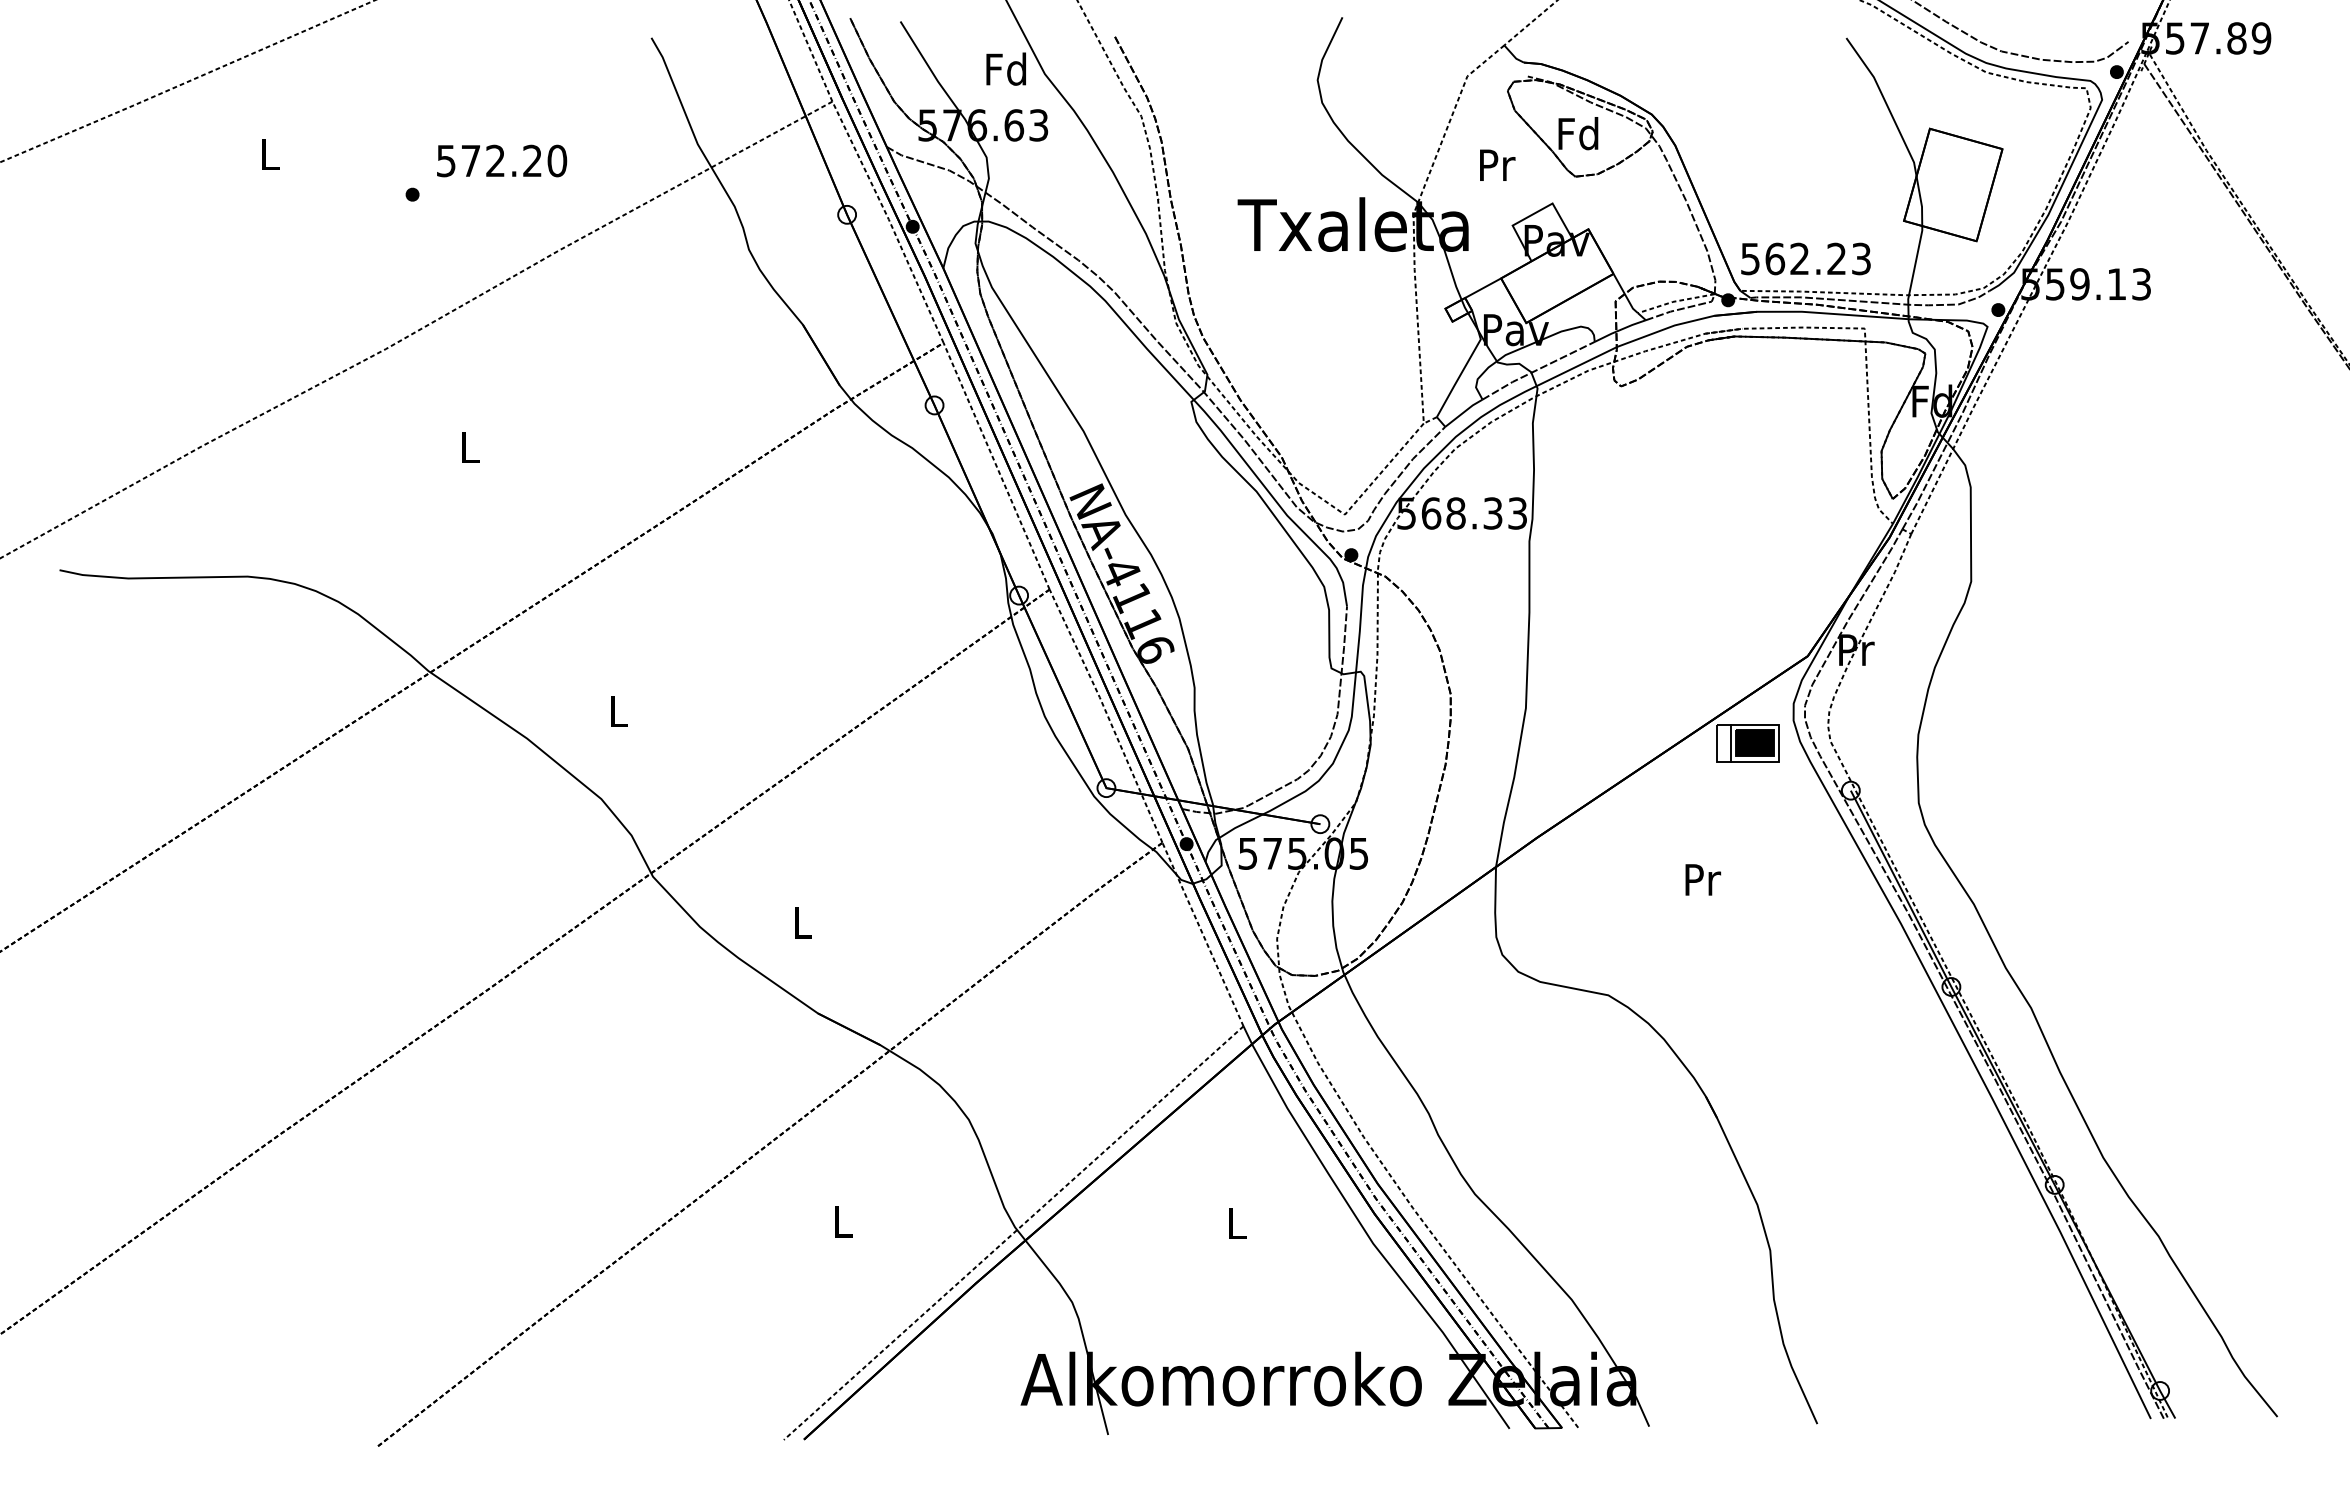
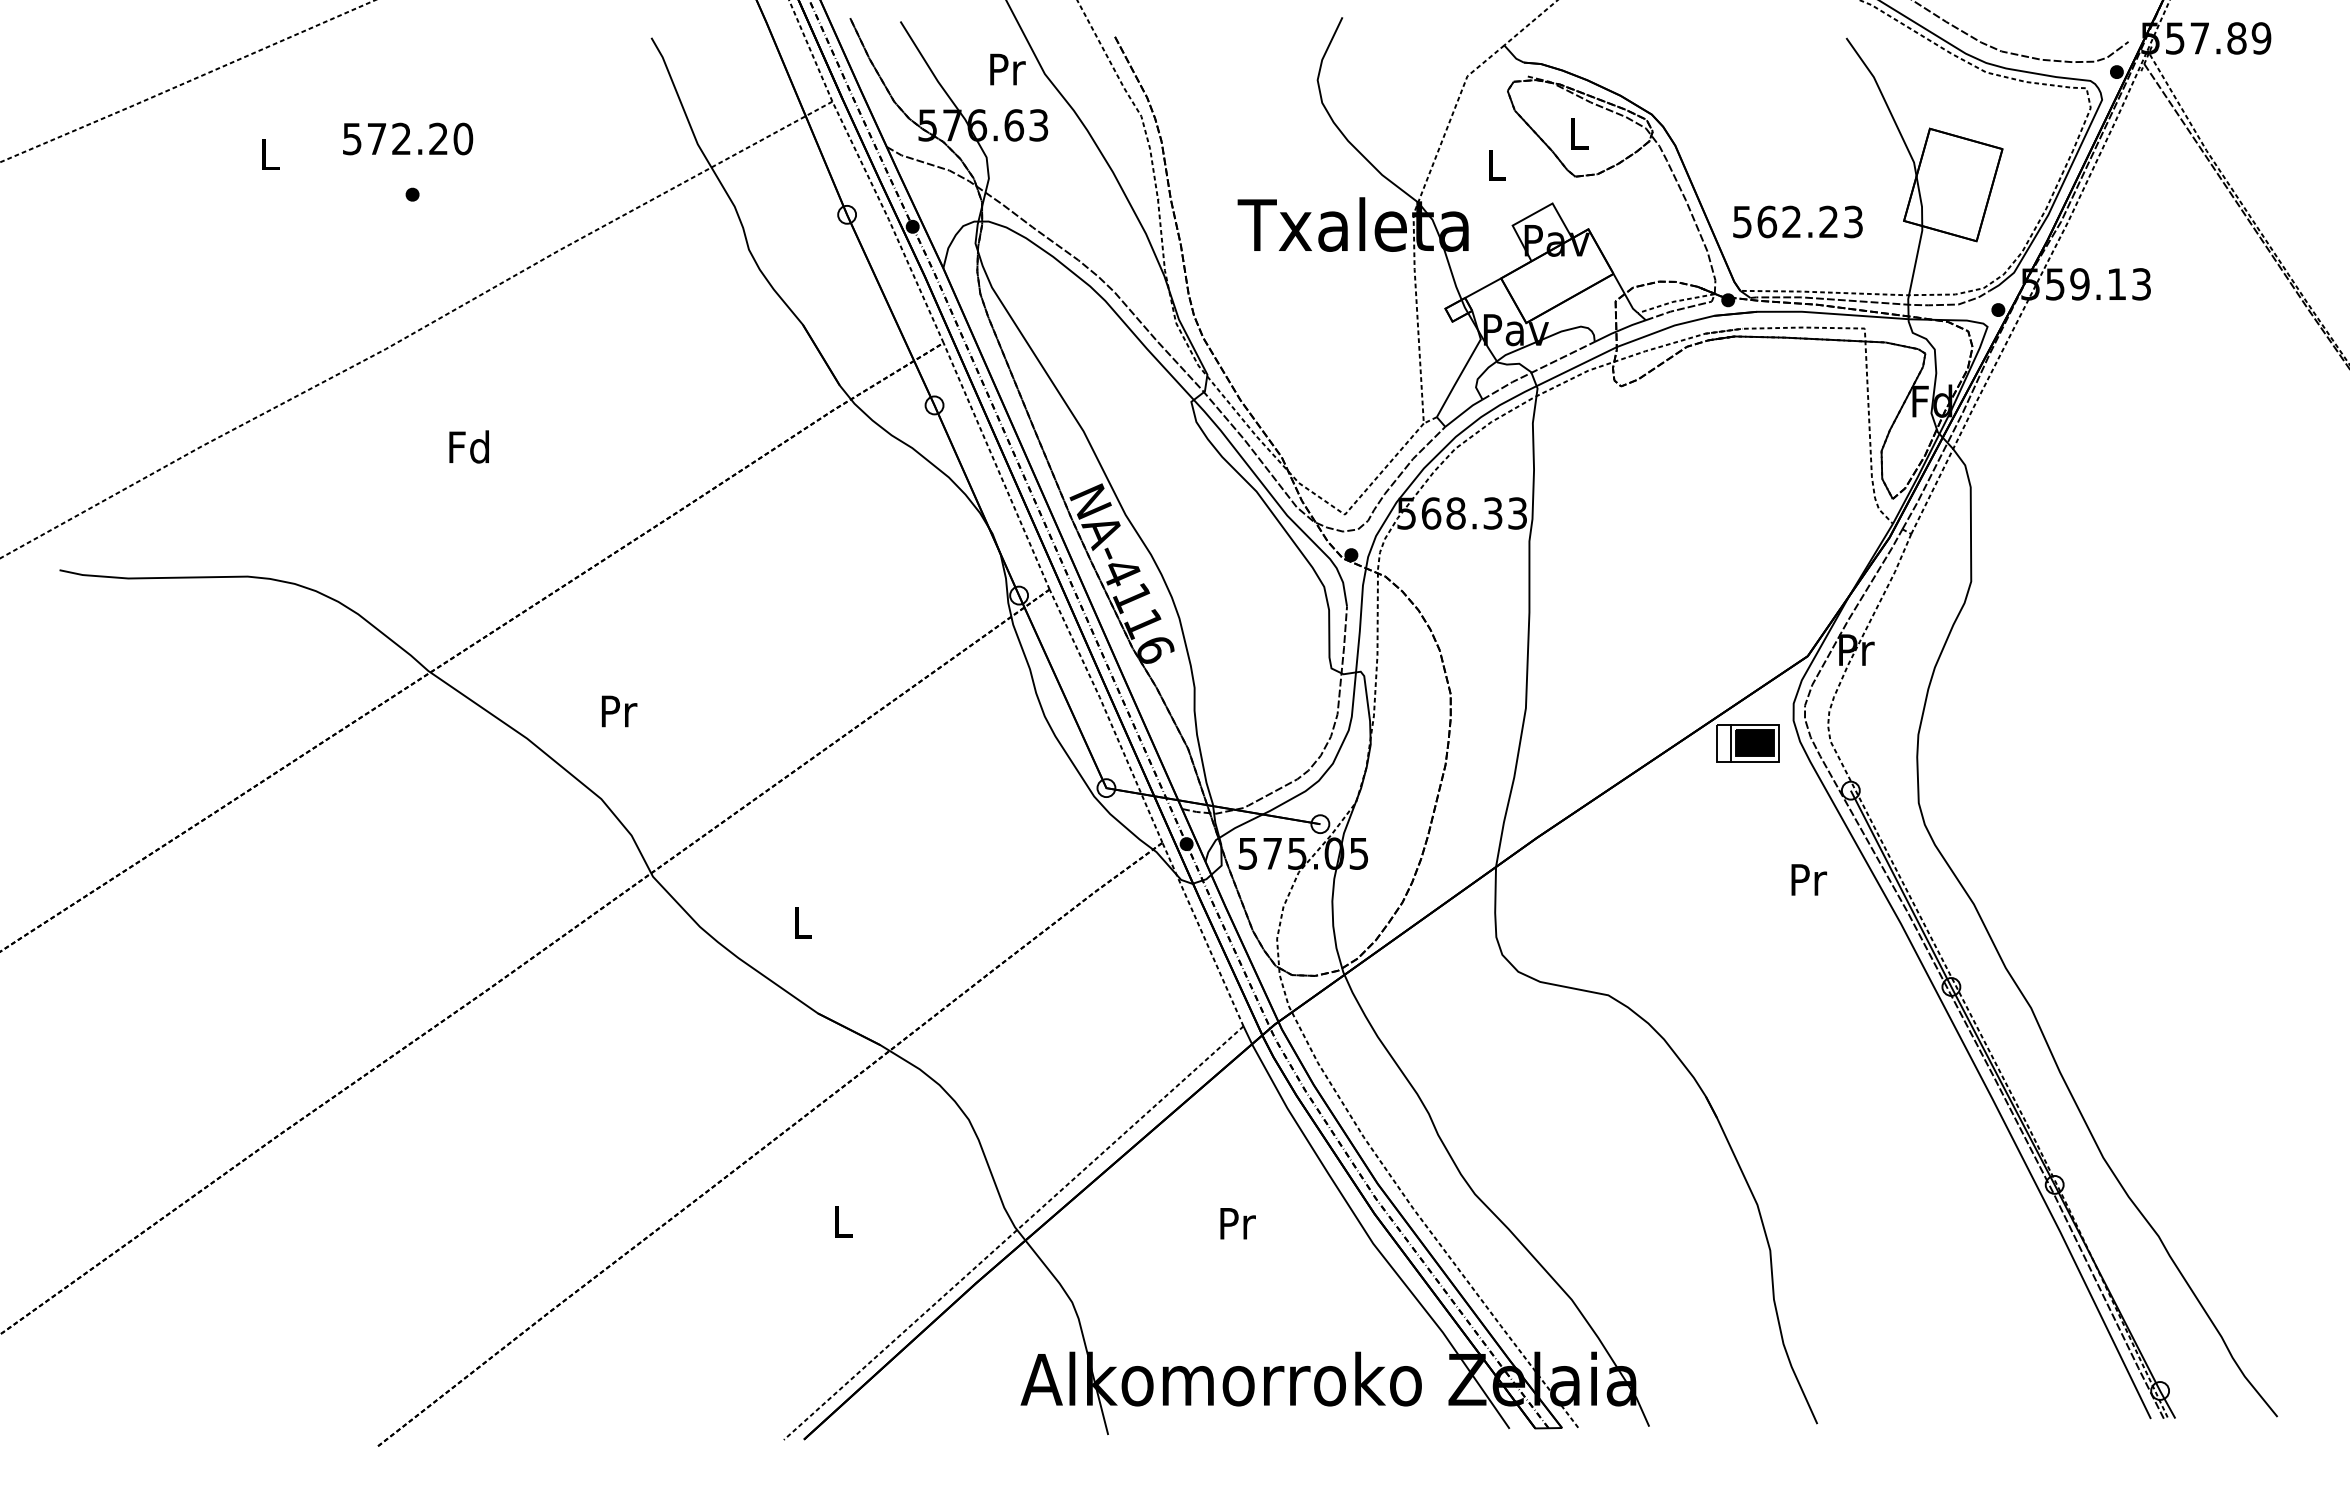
text at (1005, 68): Fd -> Pr
text at (1578, 133): Fd -> L
text at (502, 160) position: (502, 160) -> (408, 138)
text at (1497, 164): Pr -> L
text at (1805, 258) position: (1805, 258) -> (1797, 221)
text at (468, 446): L -> Fd
text at (619, 711): L -> Pr
text at (1703, 879) position: (1703, 879) -> (1809, 879)
text at (1237, 1223): L -> Pr
